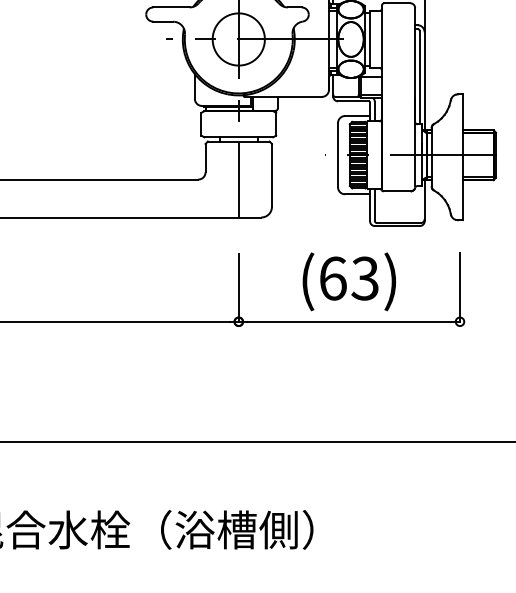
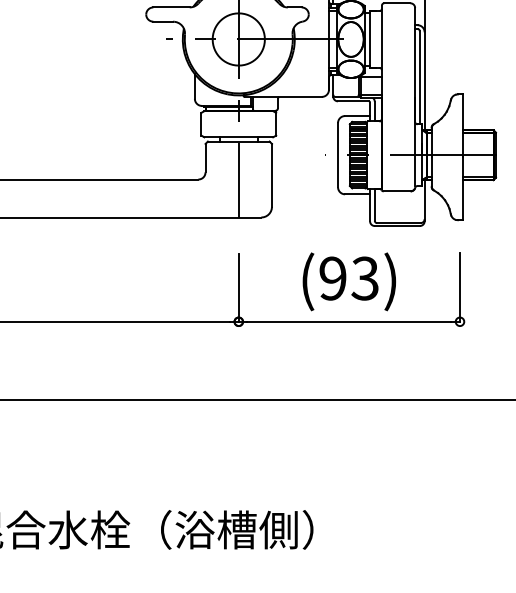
text at (332, 278): (63) -> (93)
line at (257, 441) position: (257, 441) -> (257, 399)
